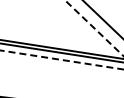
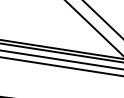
line at (93, 27): dashed -> solid
line at (61, 59): dashed -> solid
line at (61, 66): none -> present
